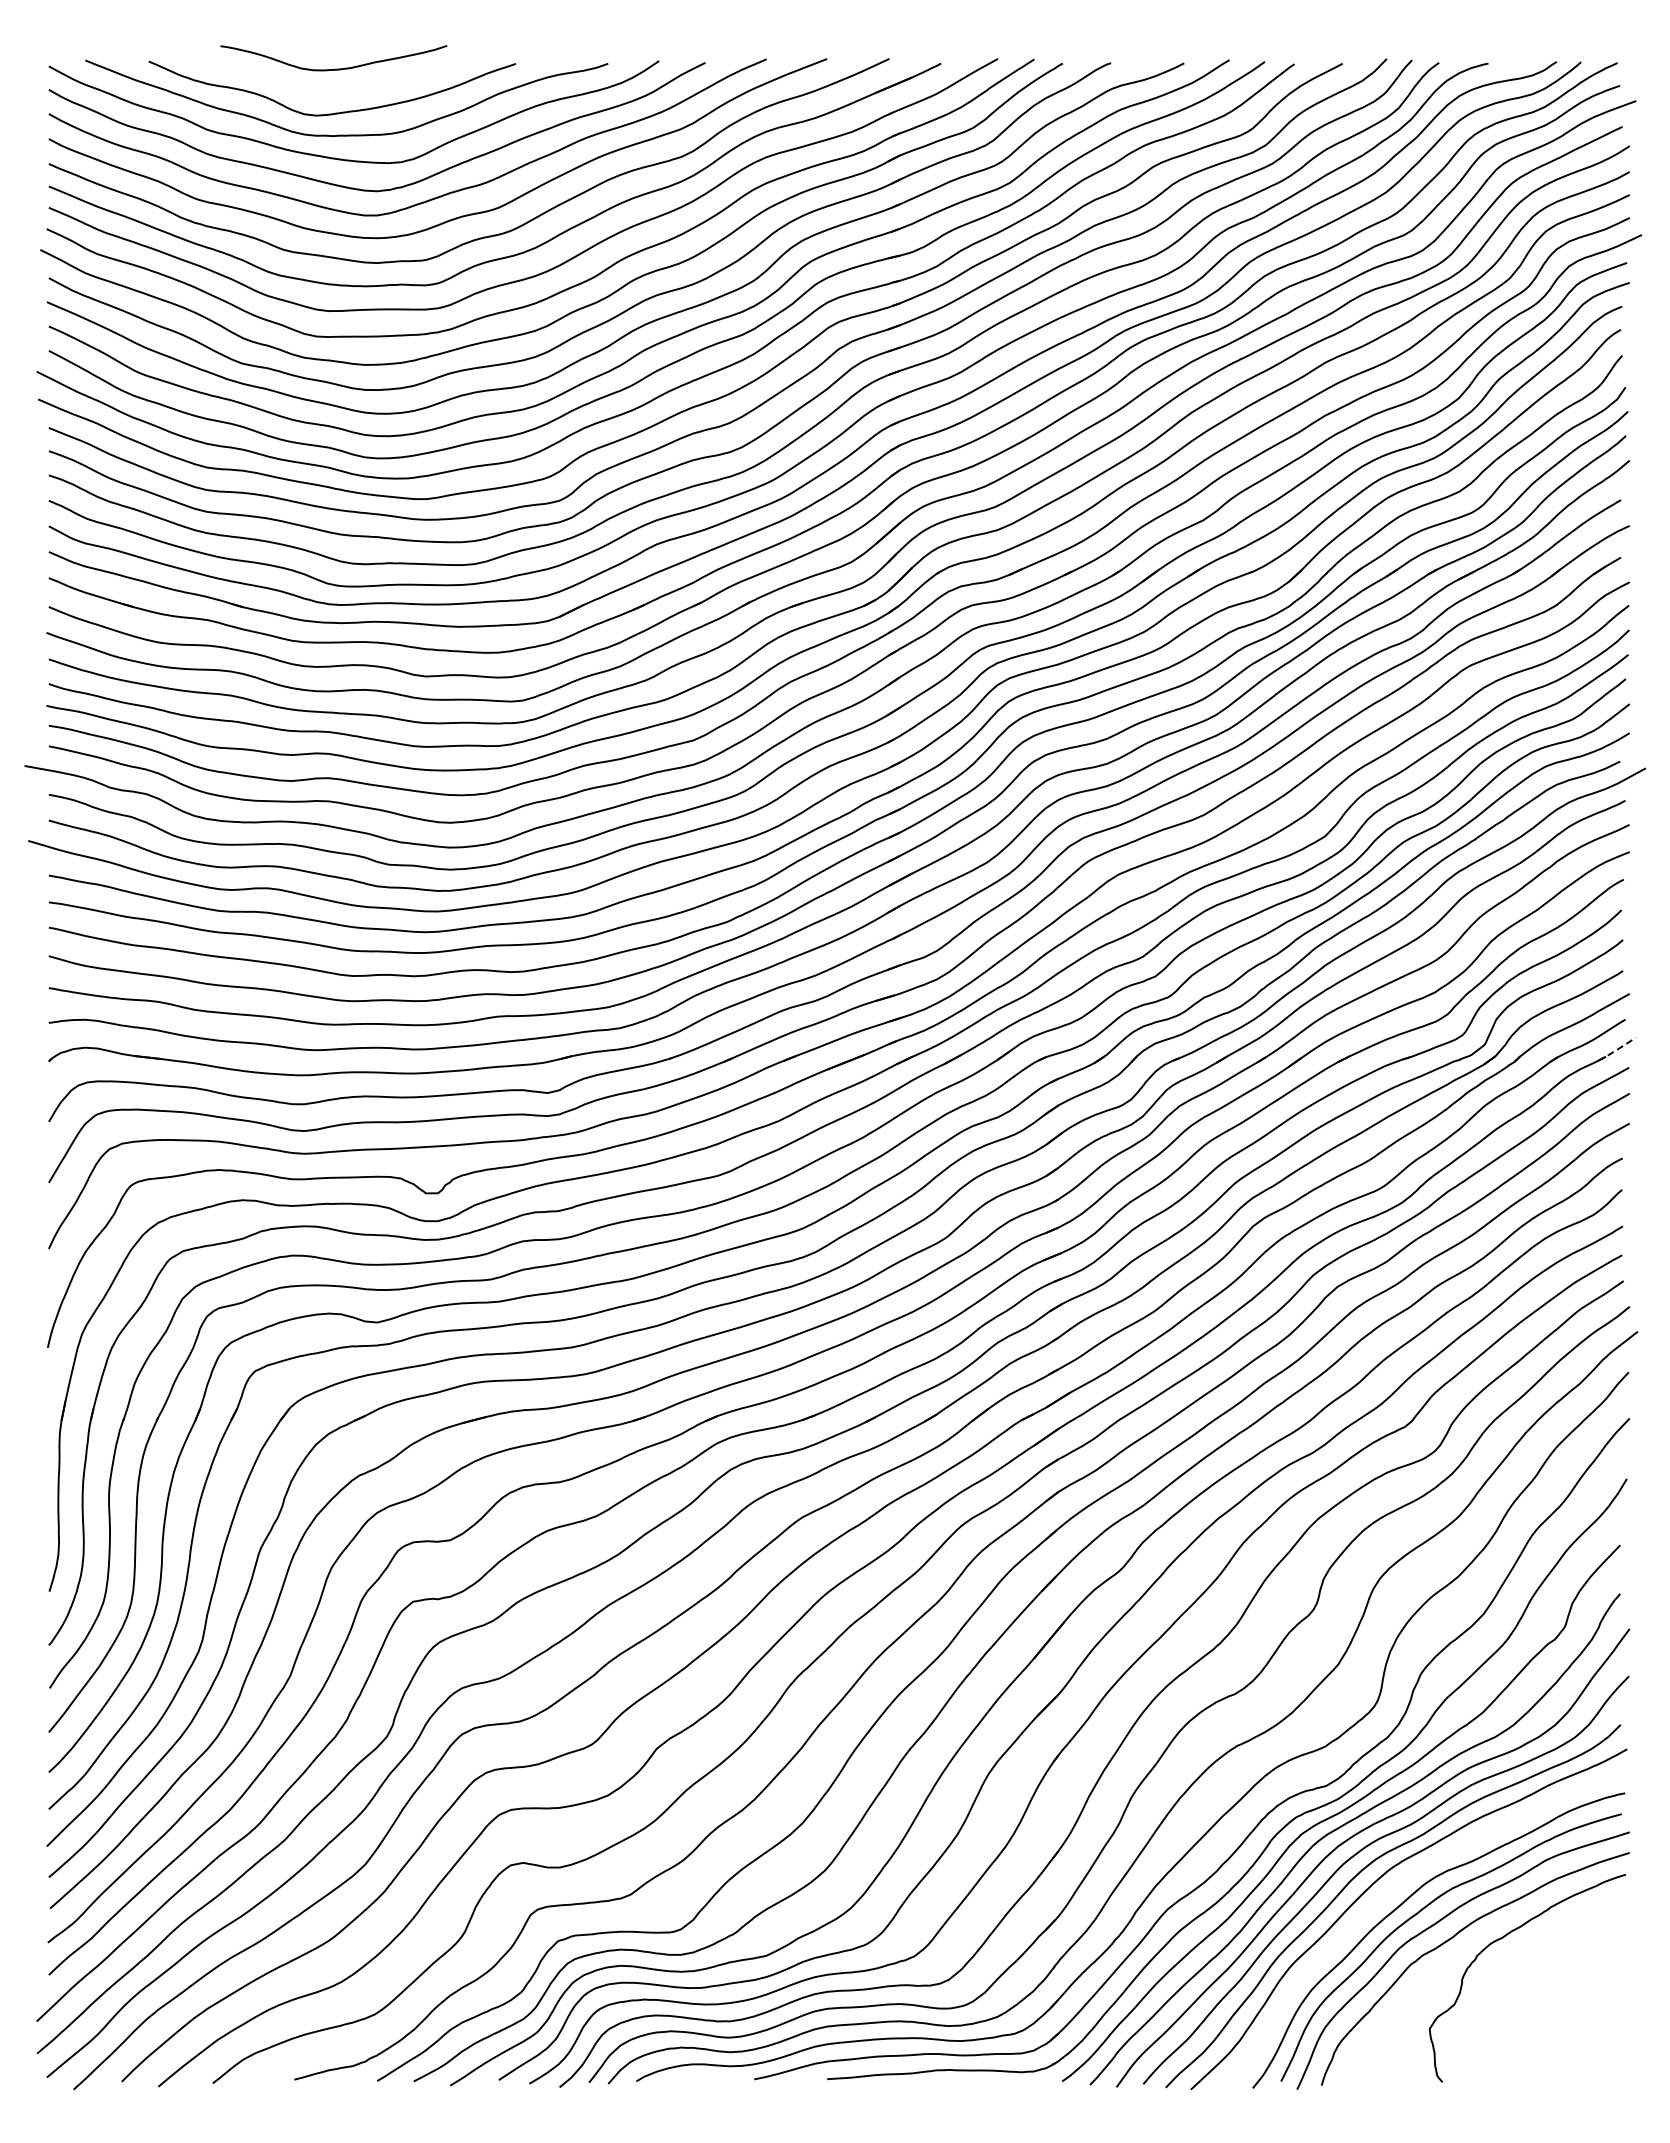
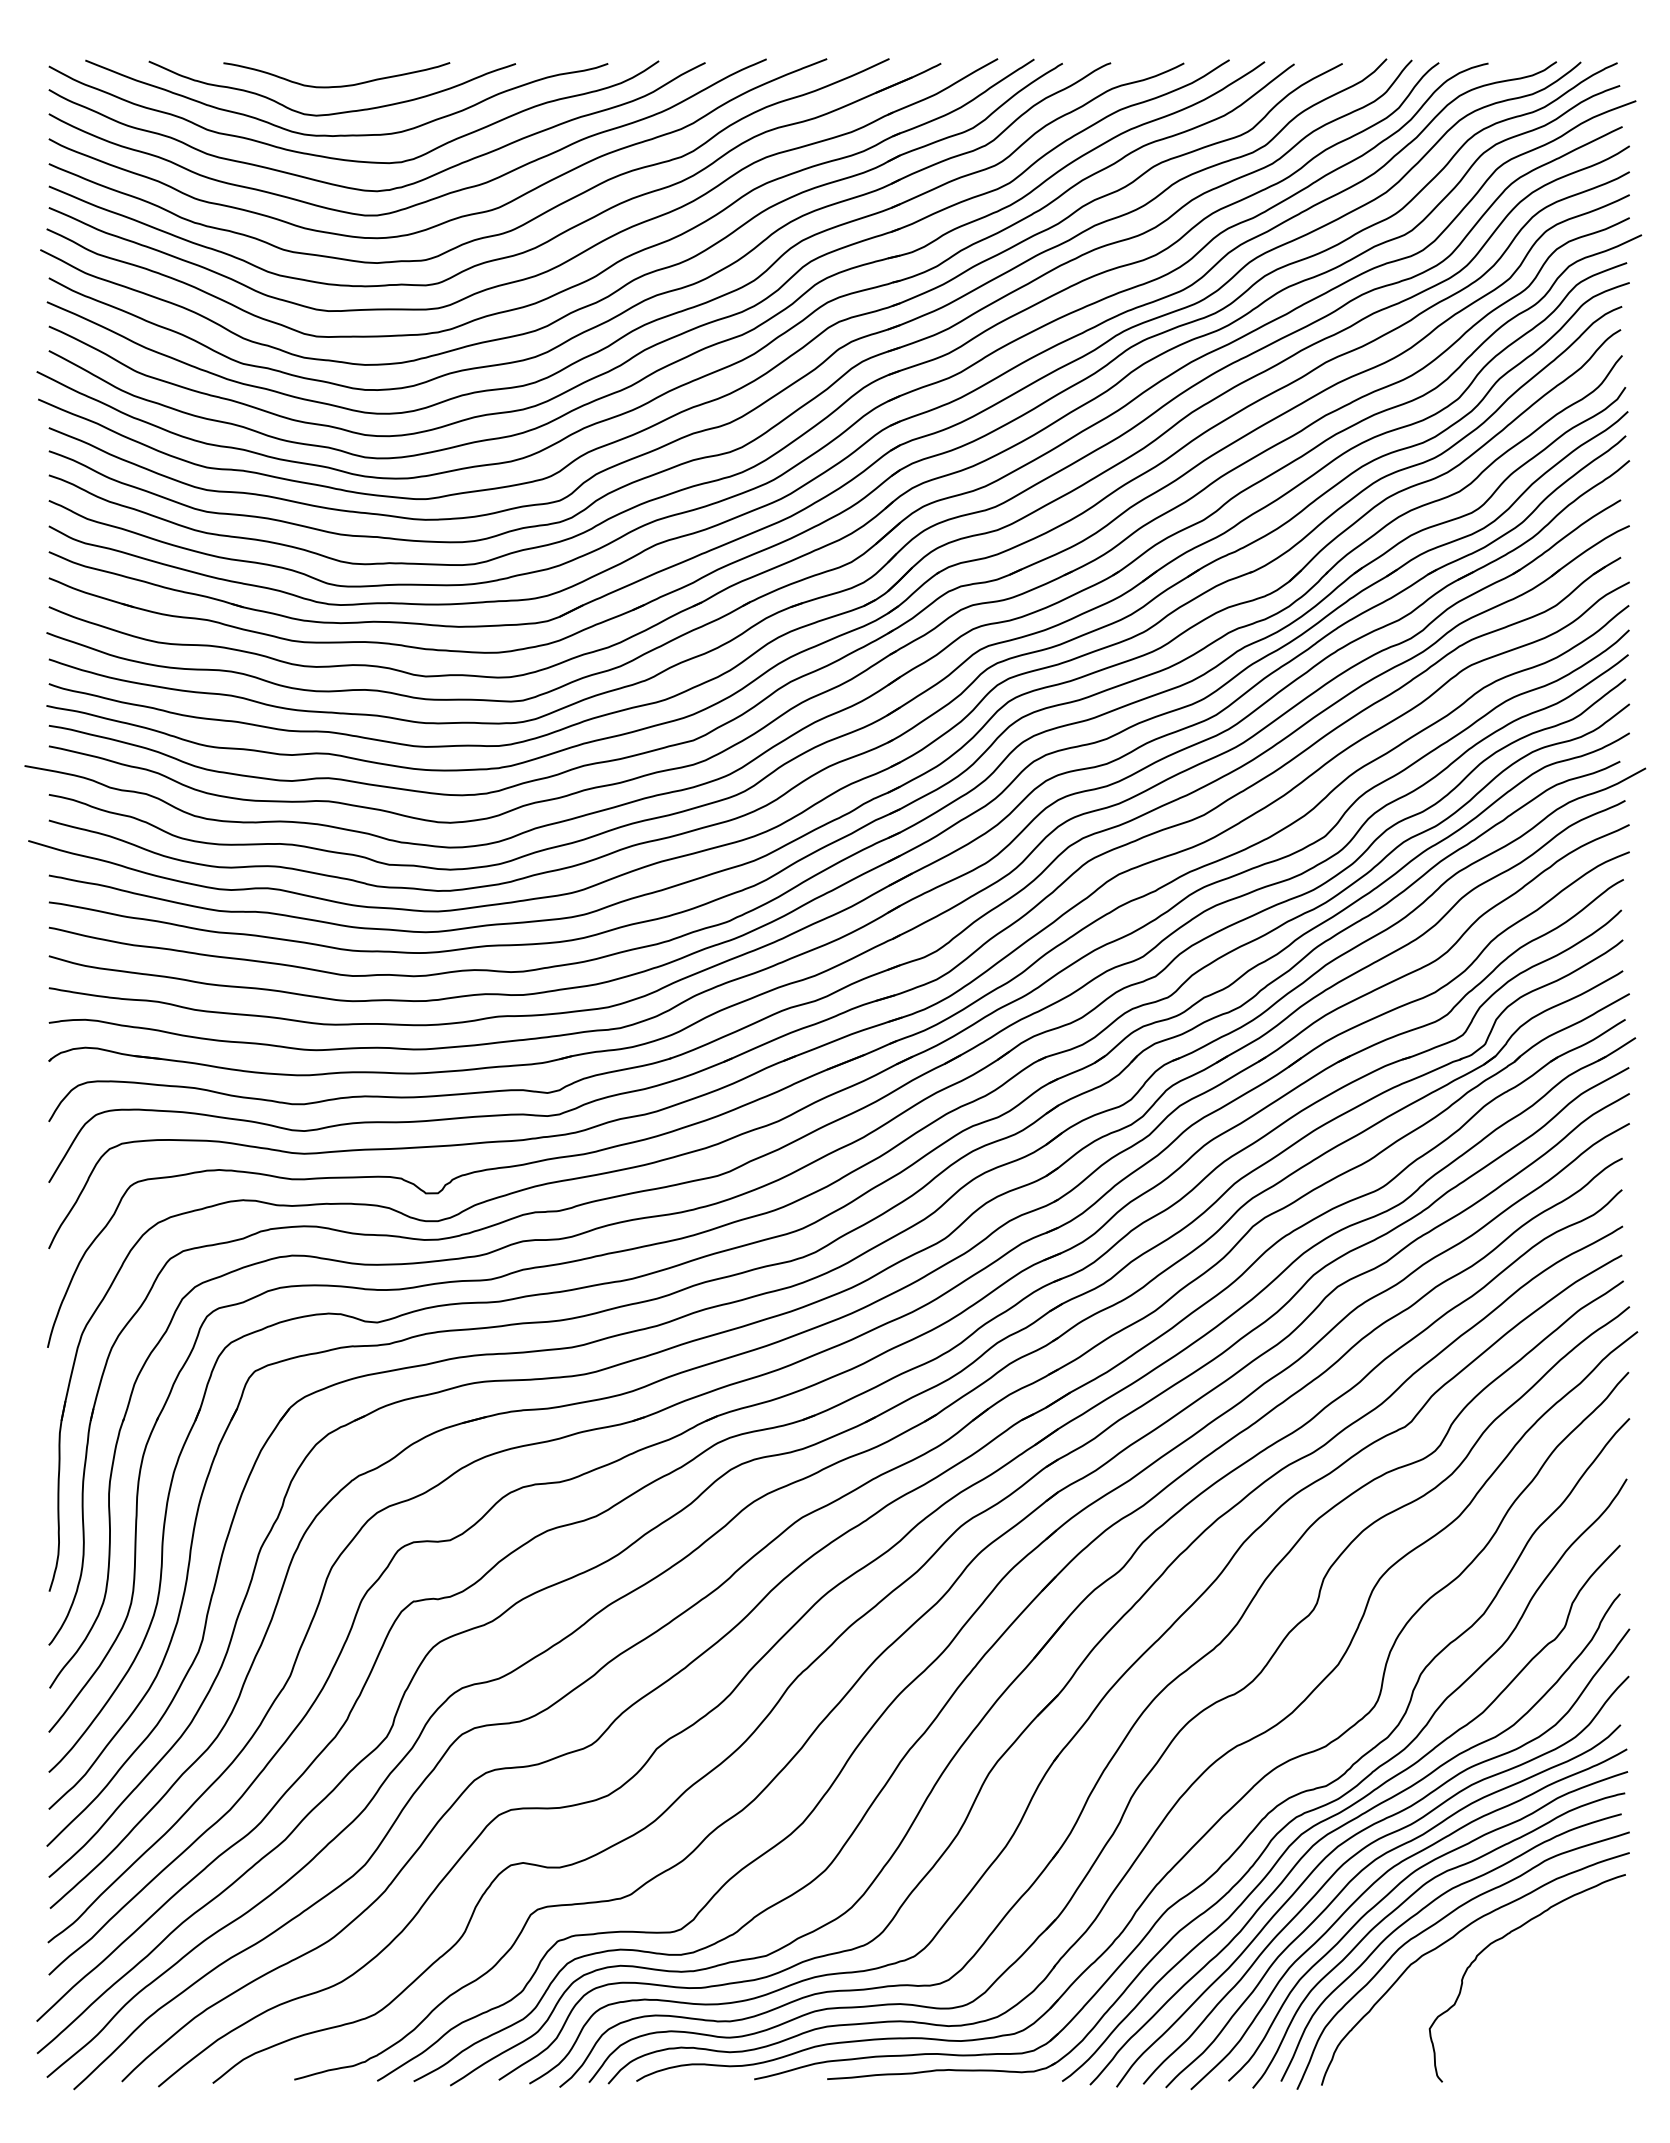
curve at (335, 68) position: (335, 68) -> (338, 85)
line at (1616, 1050): dashed -> solid
curve at (1393, 1890): none -> present
